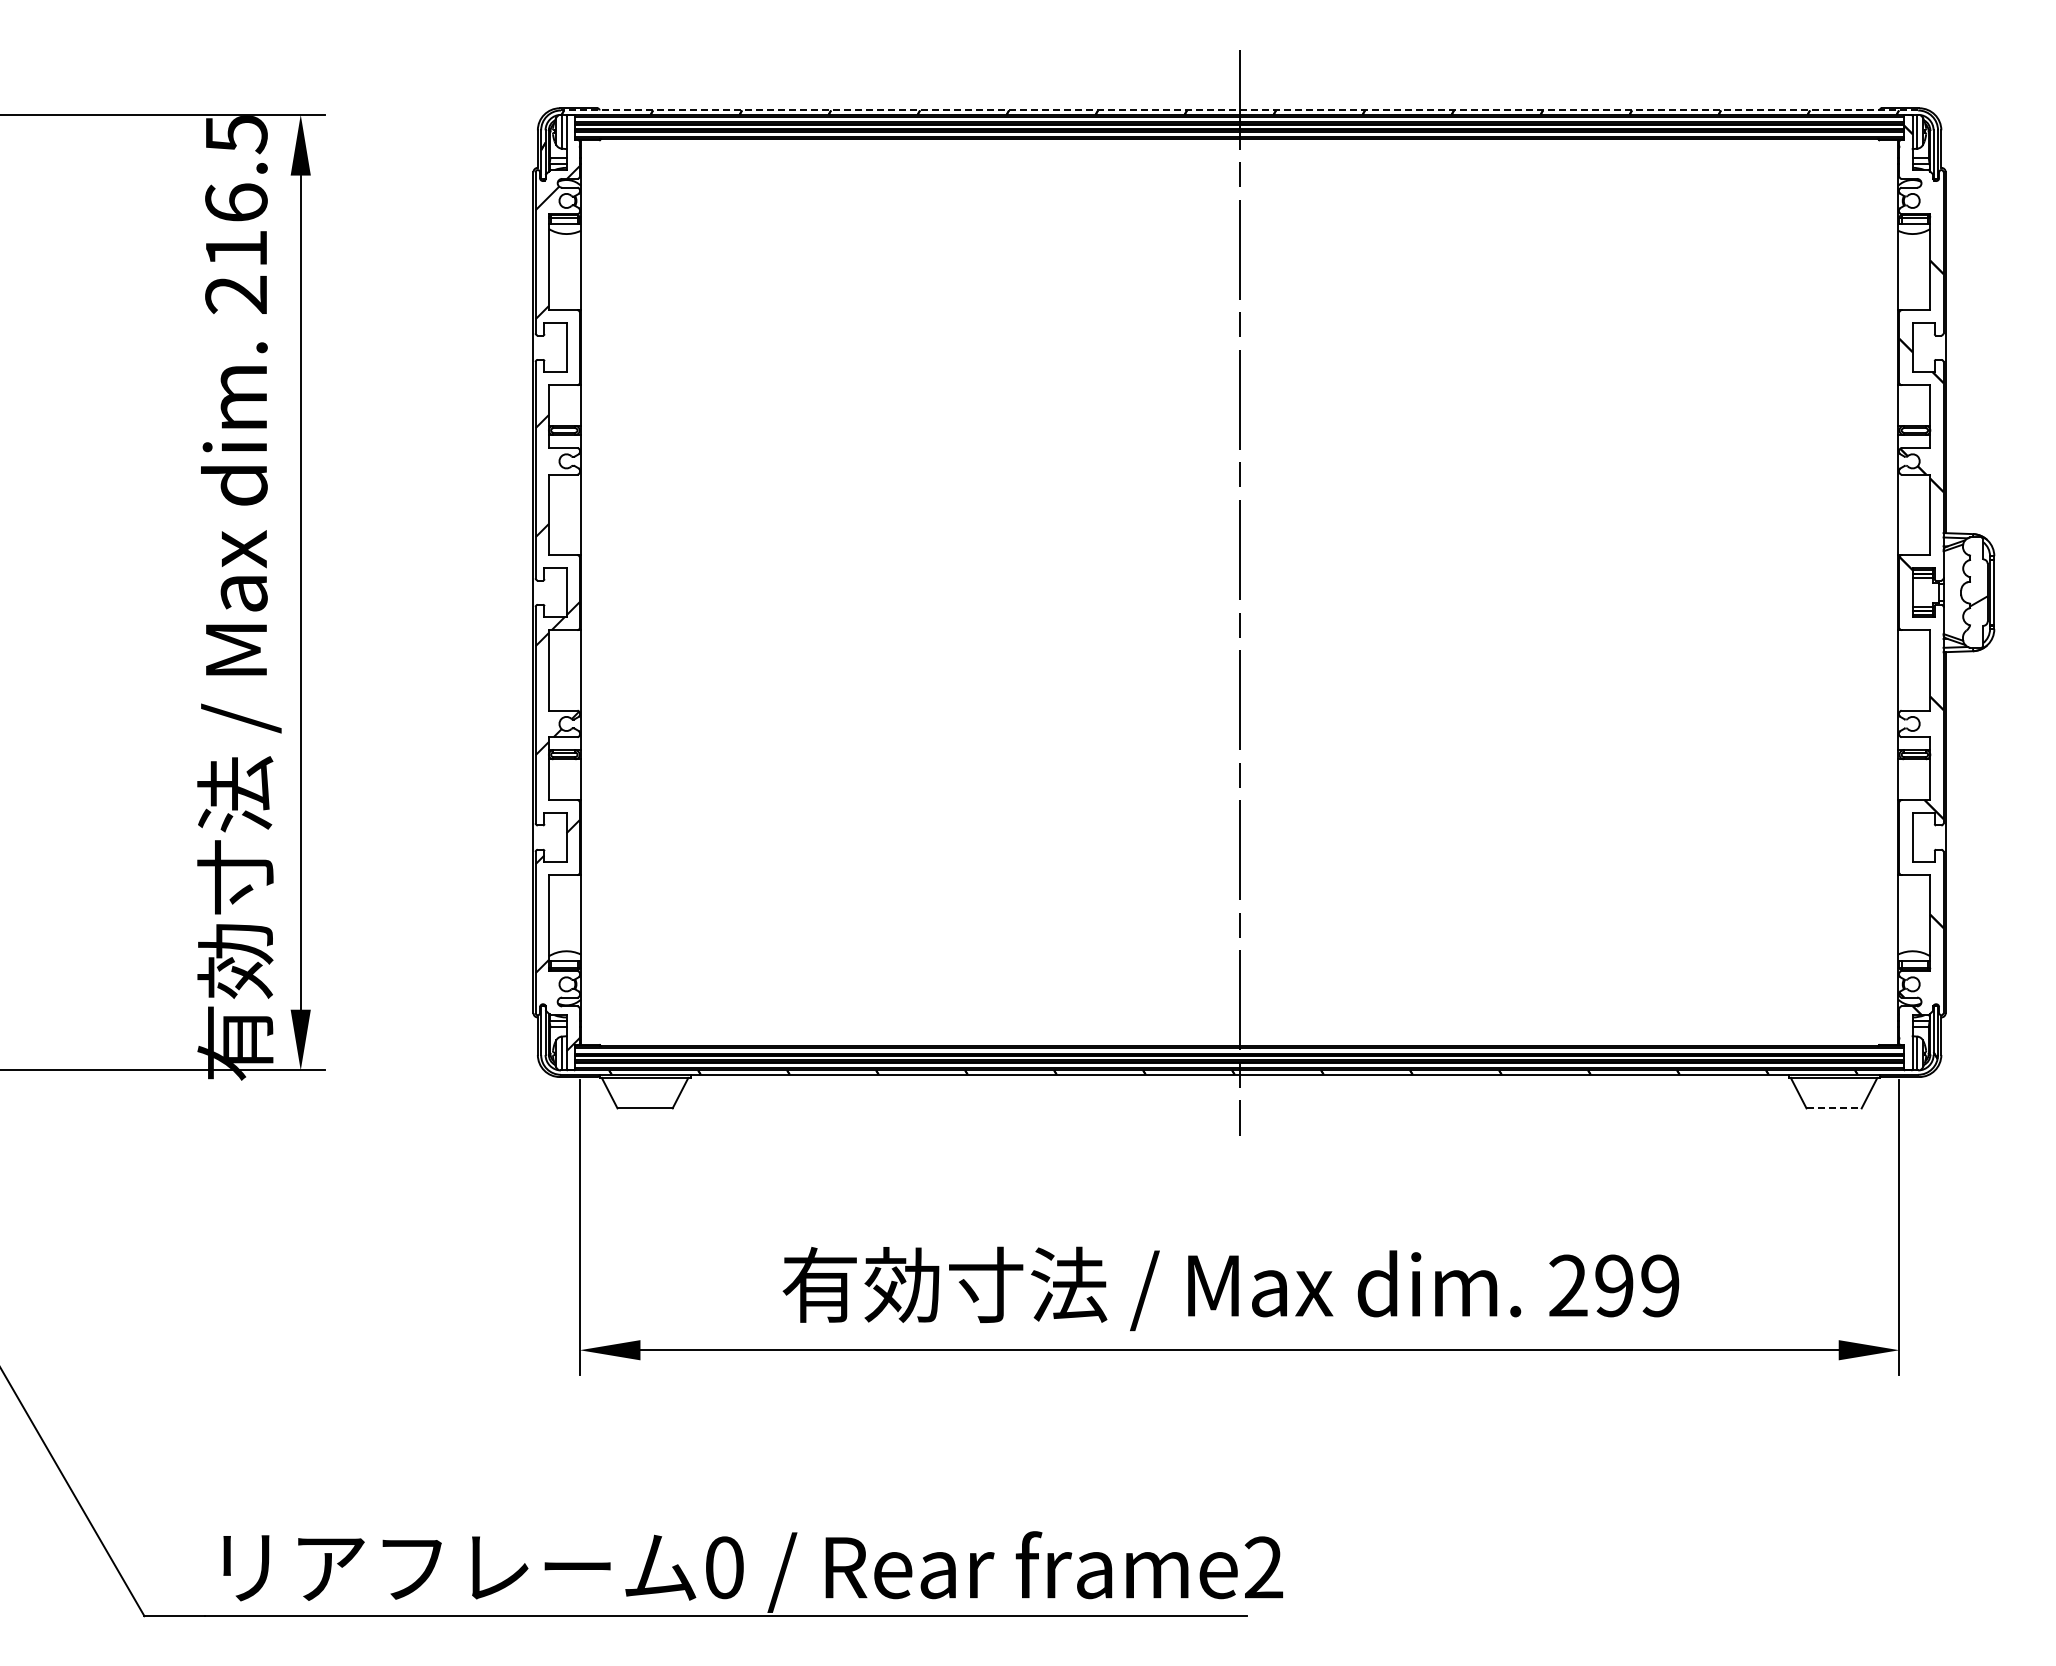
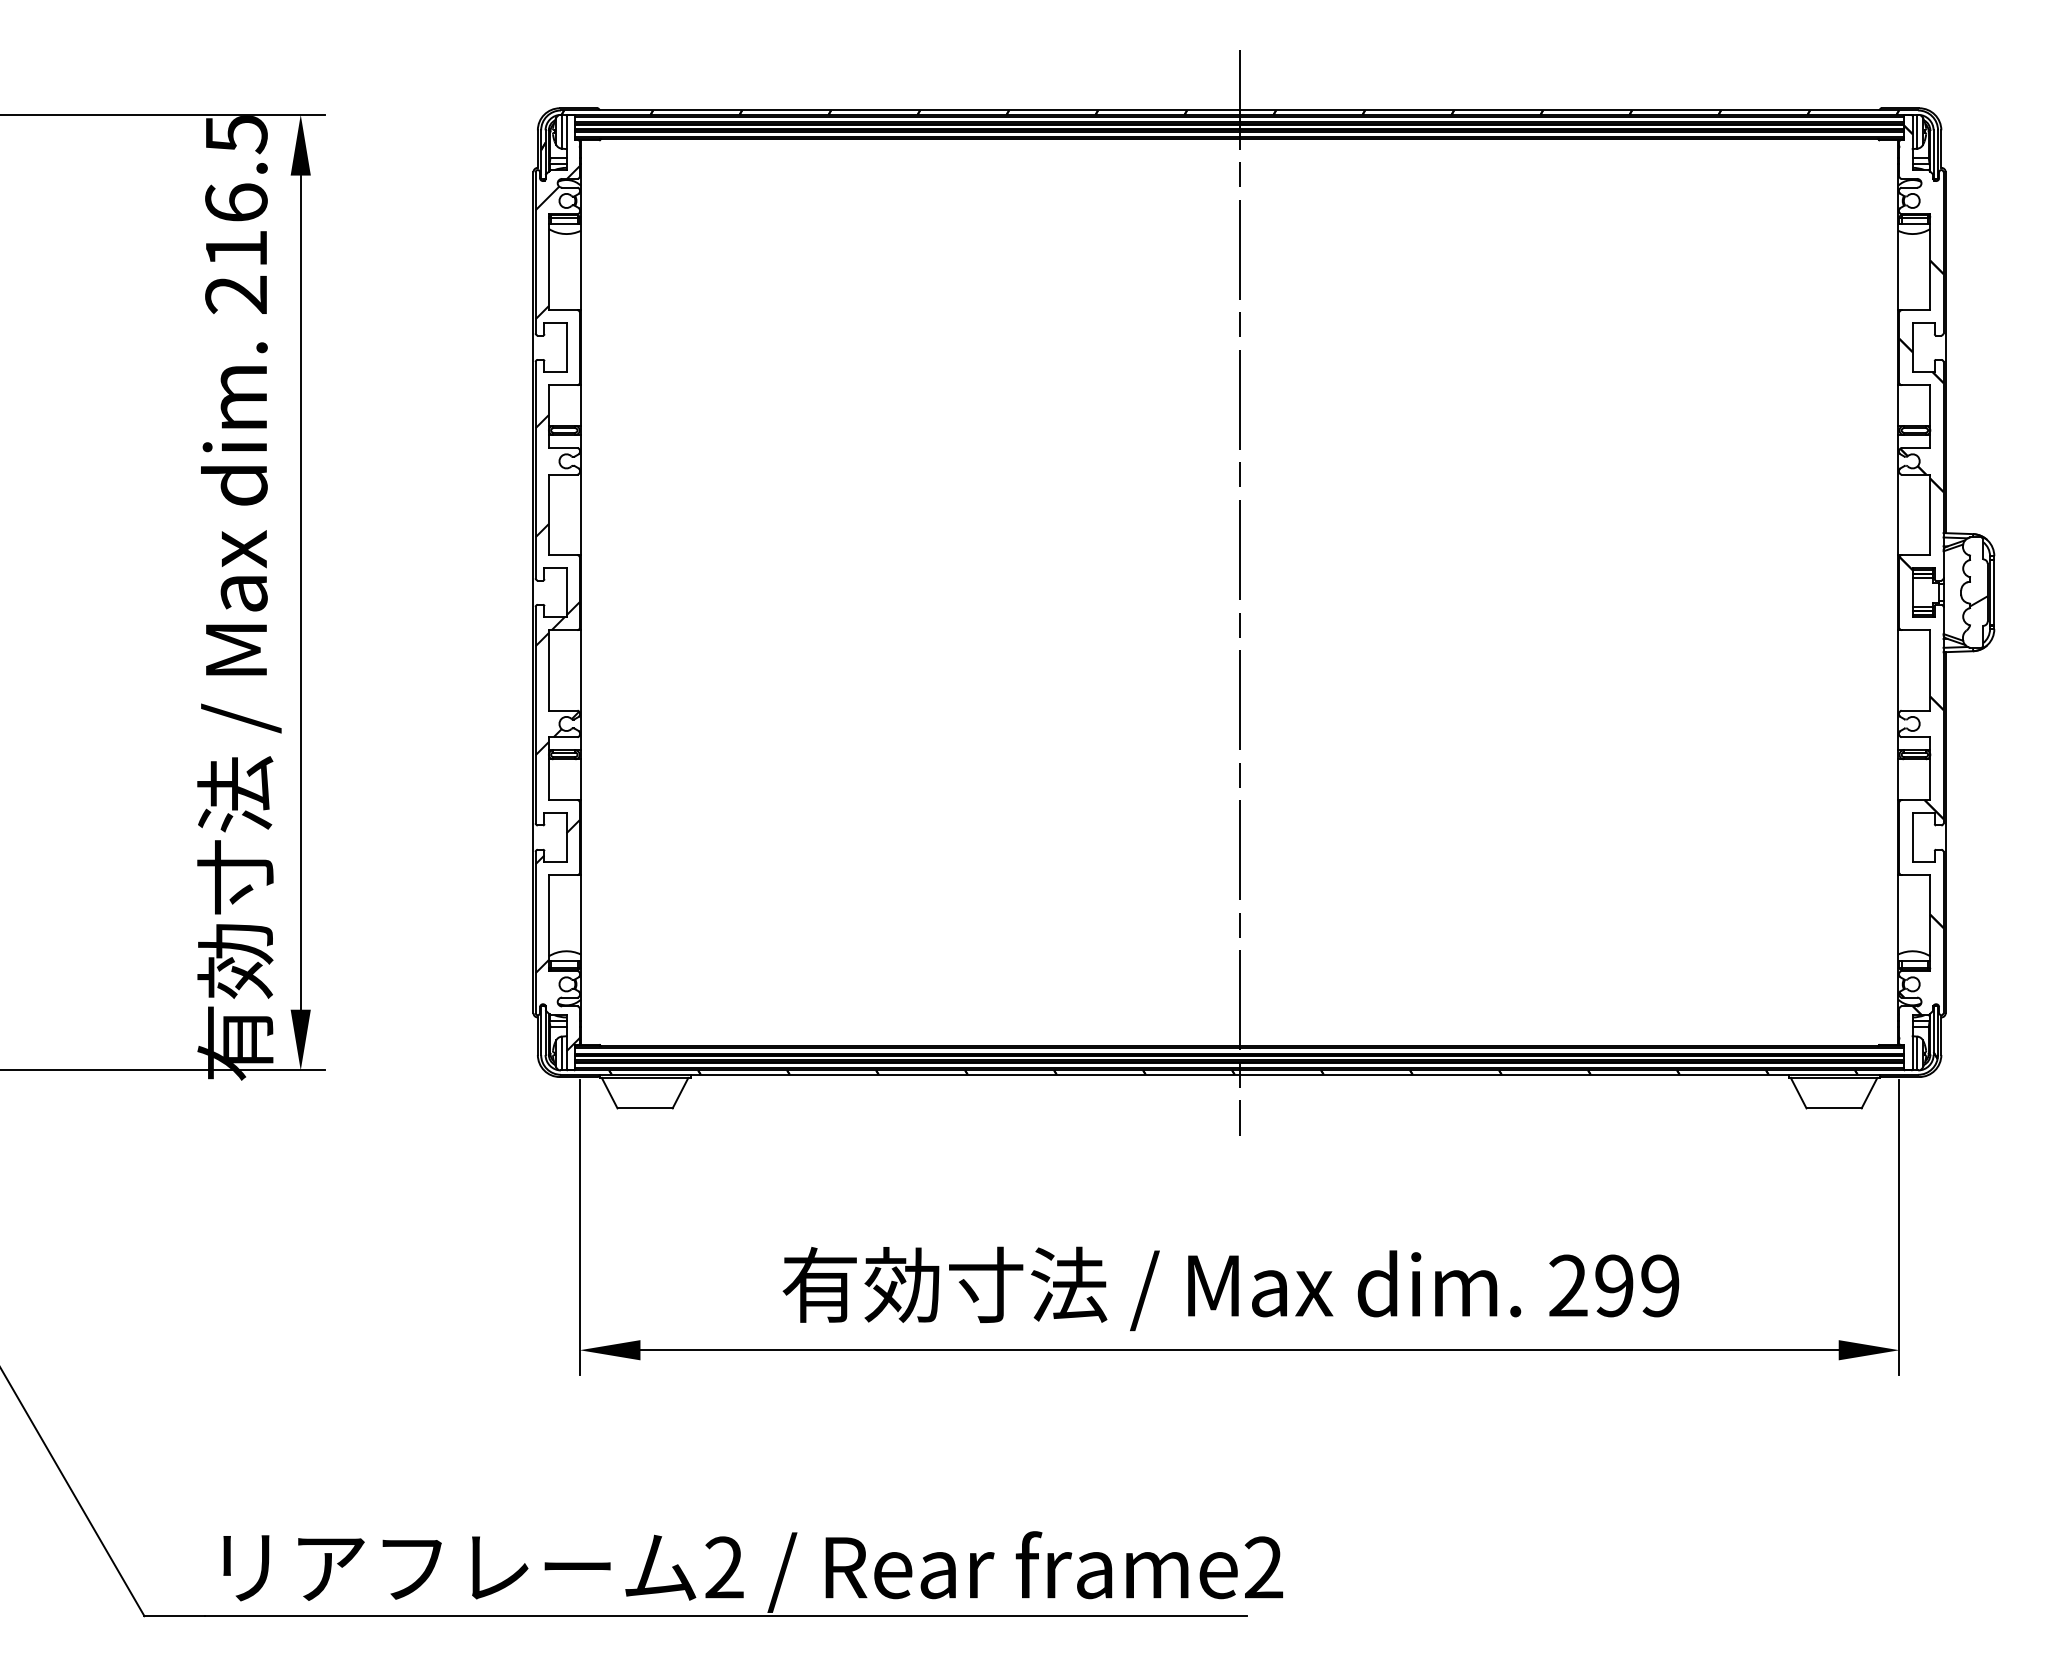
line at (1239, 110): dashed -> solid
line at (1834, 1108): dashed -> solid
text at (724, 1567): 0 -> 2
